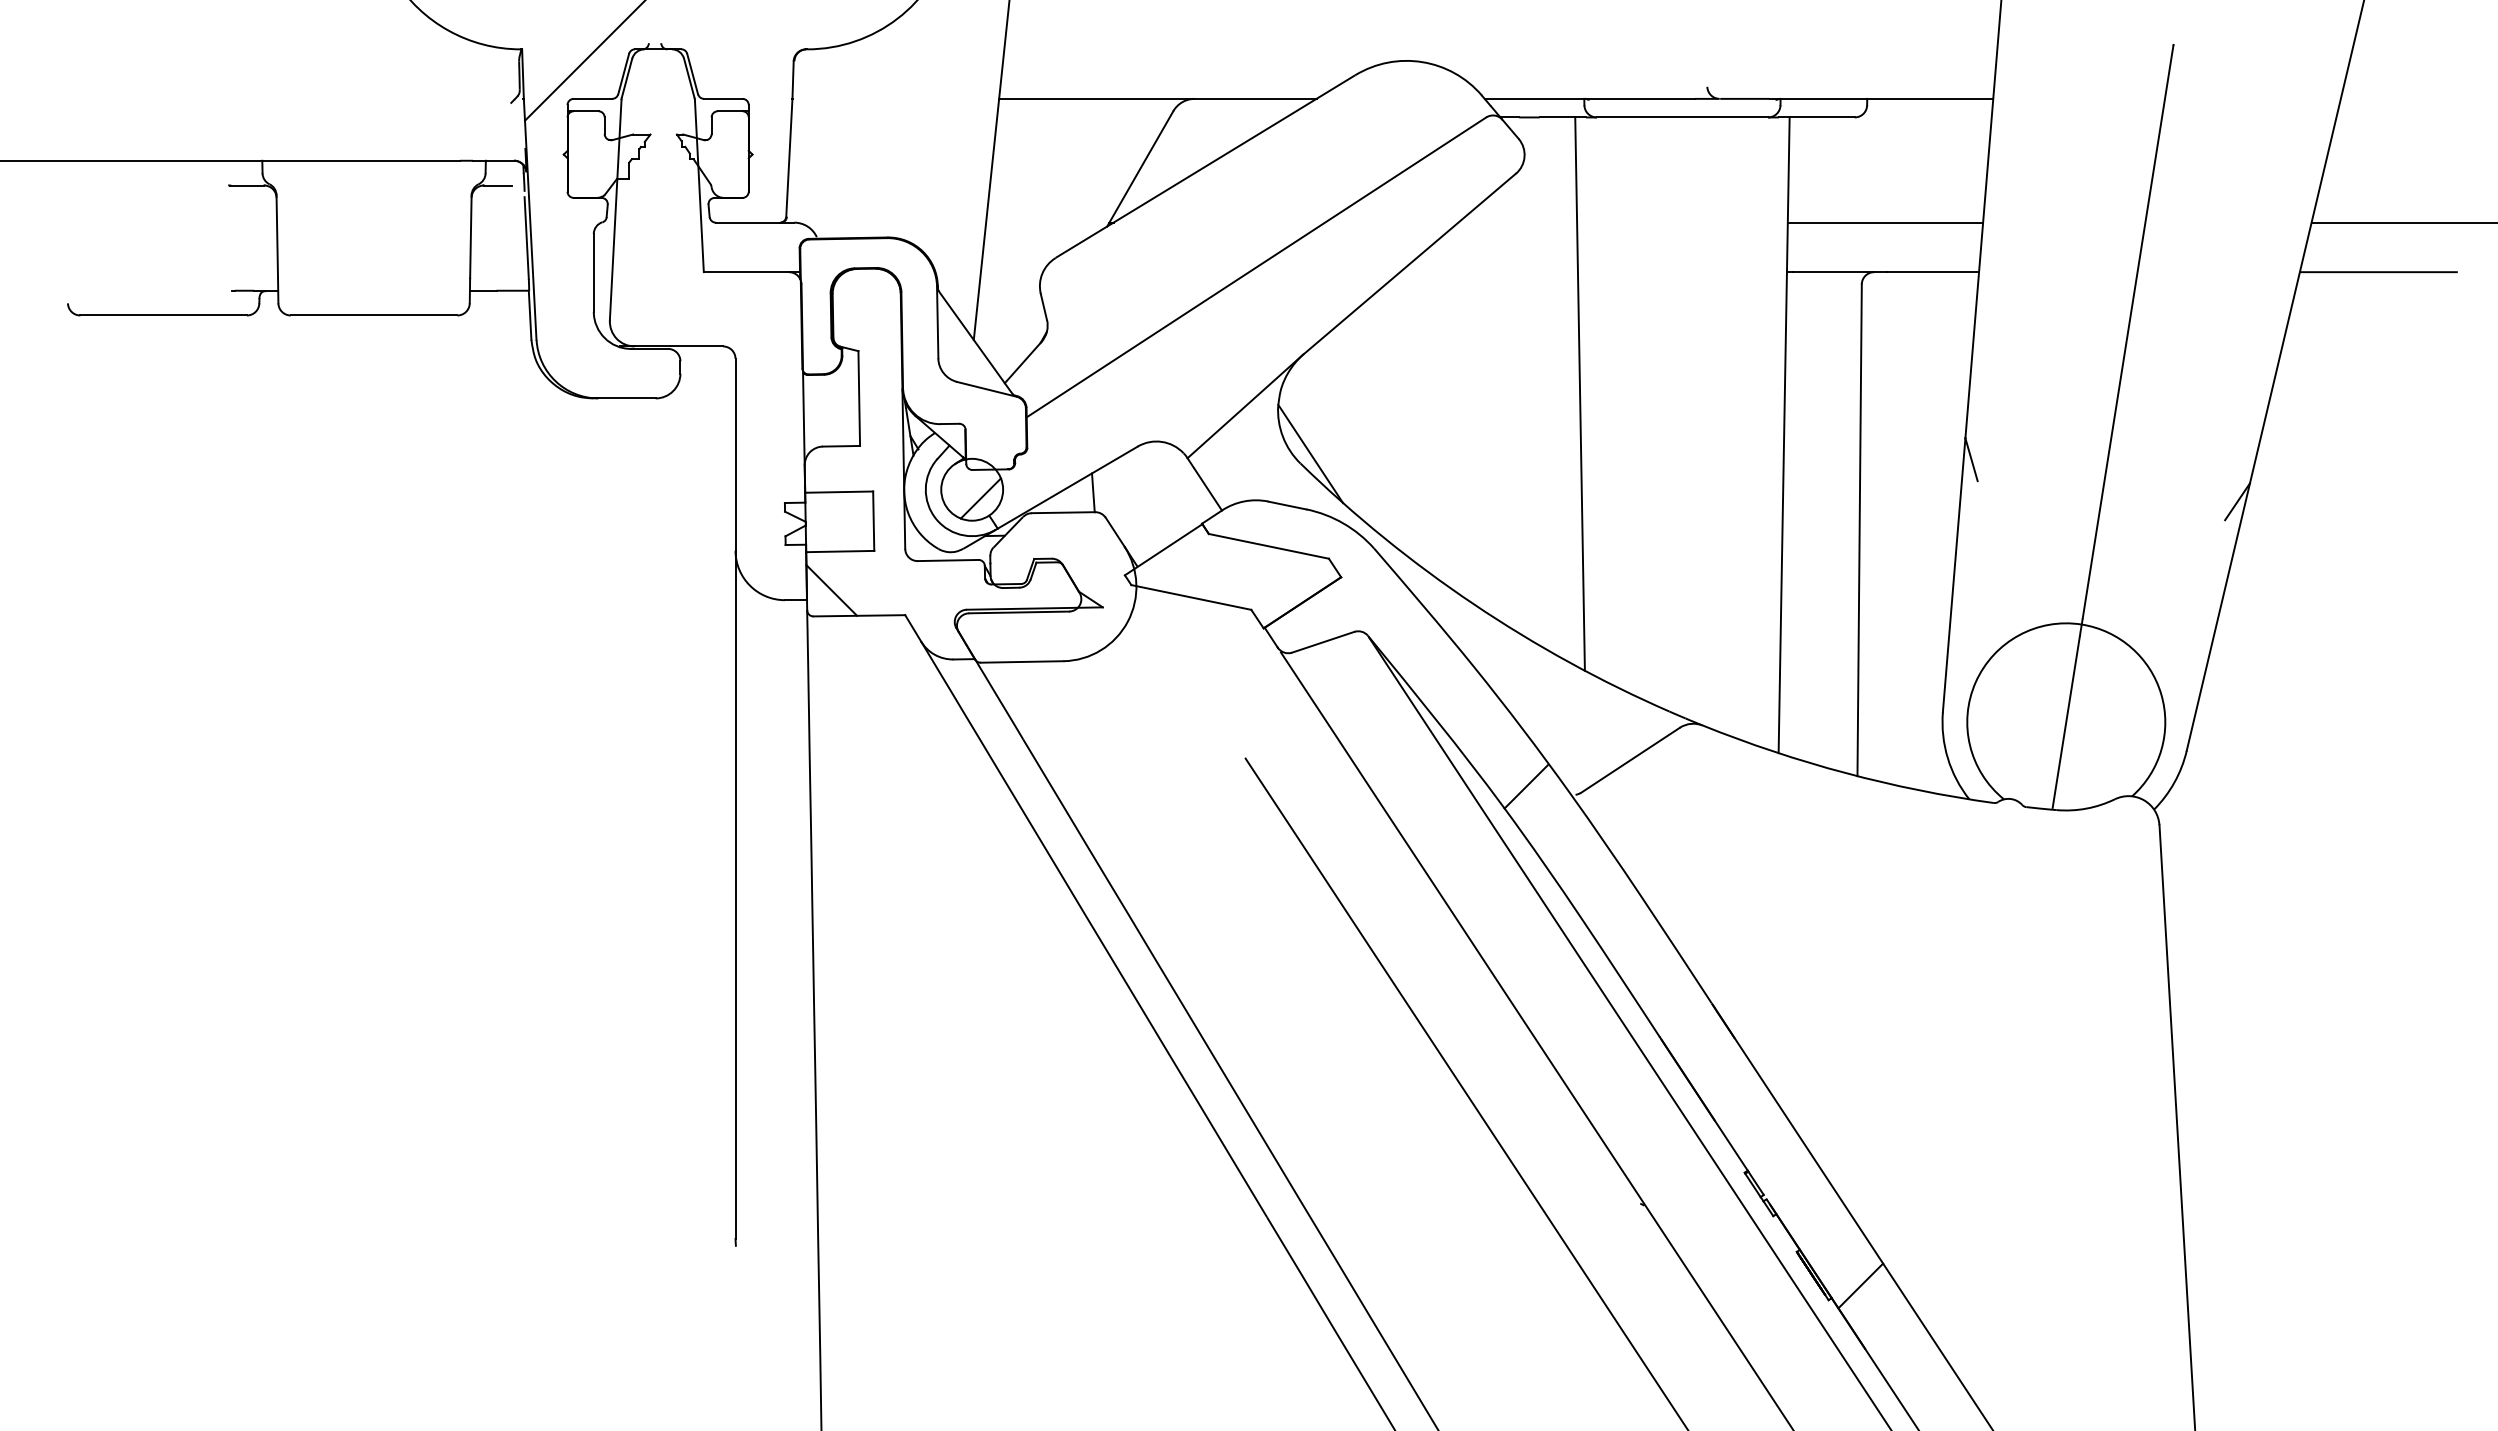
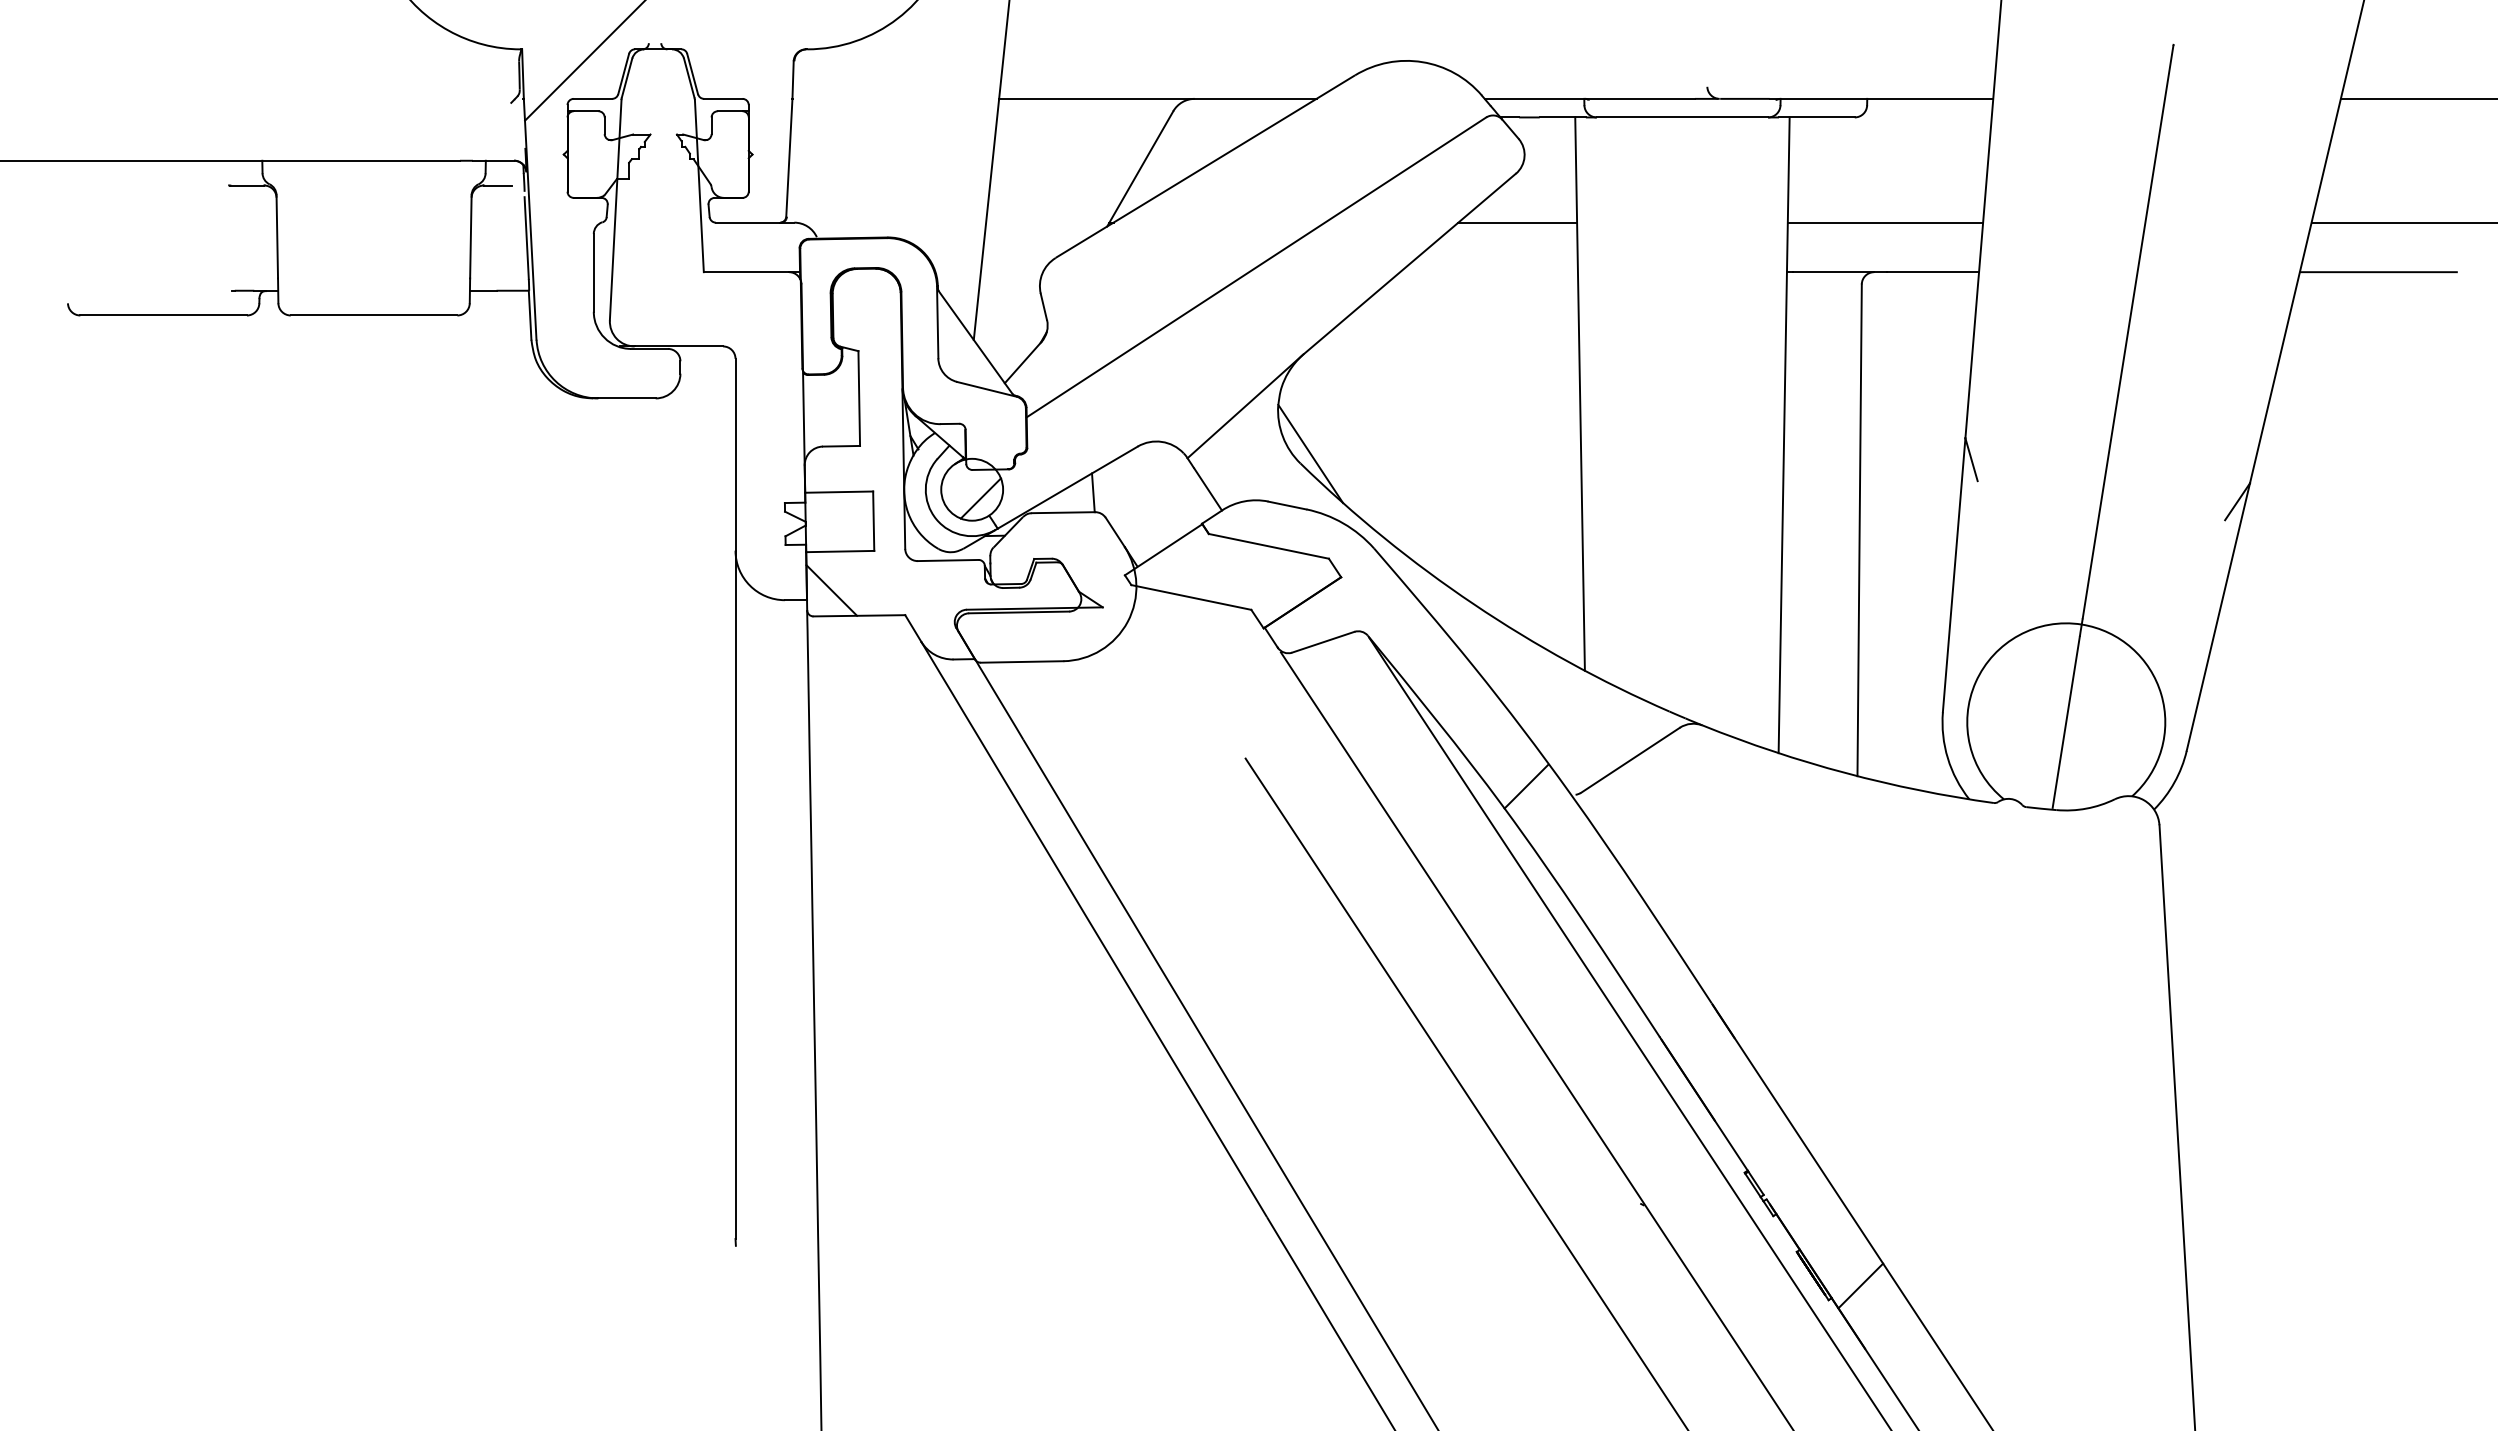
line at (2417, 98): none -> present
line at (1517, 222): none -> present
